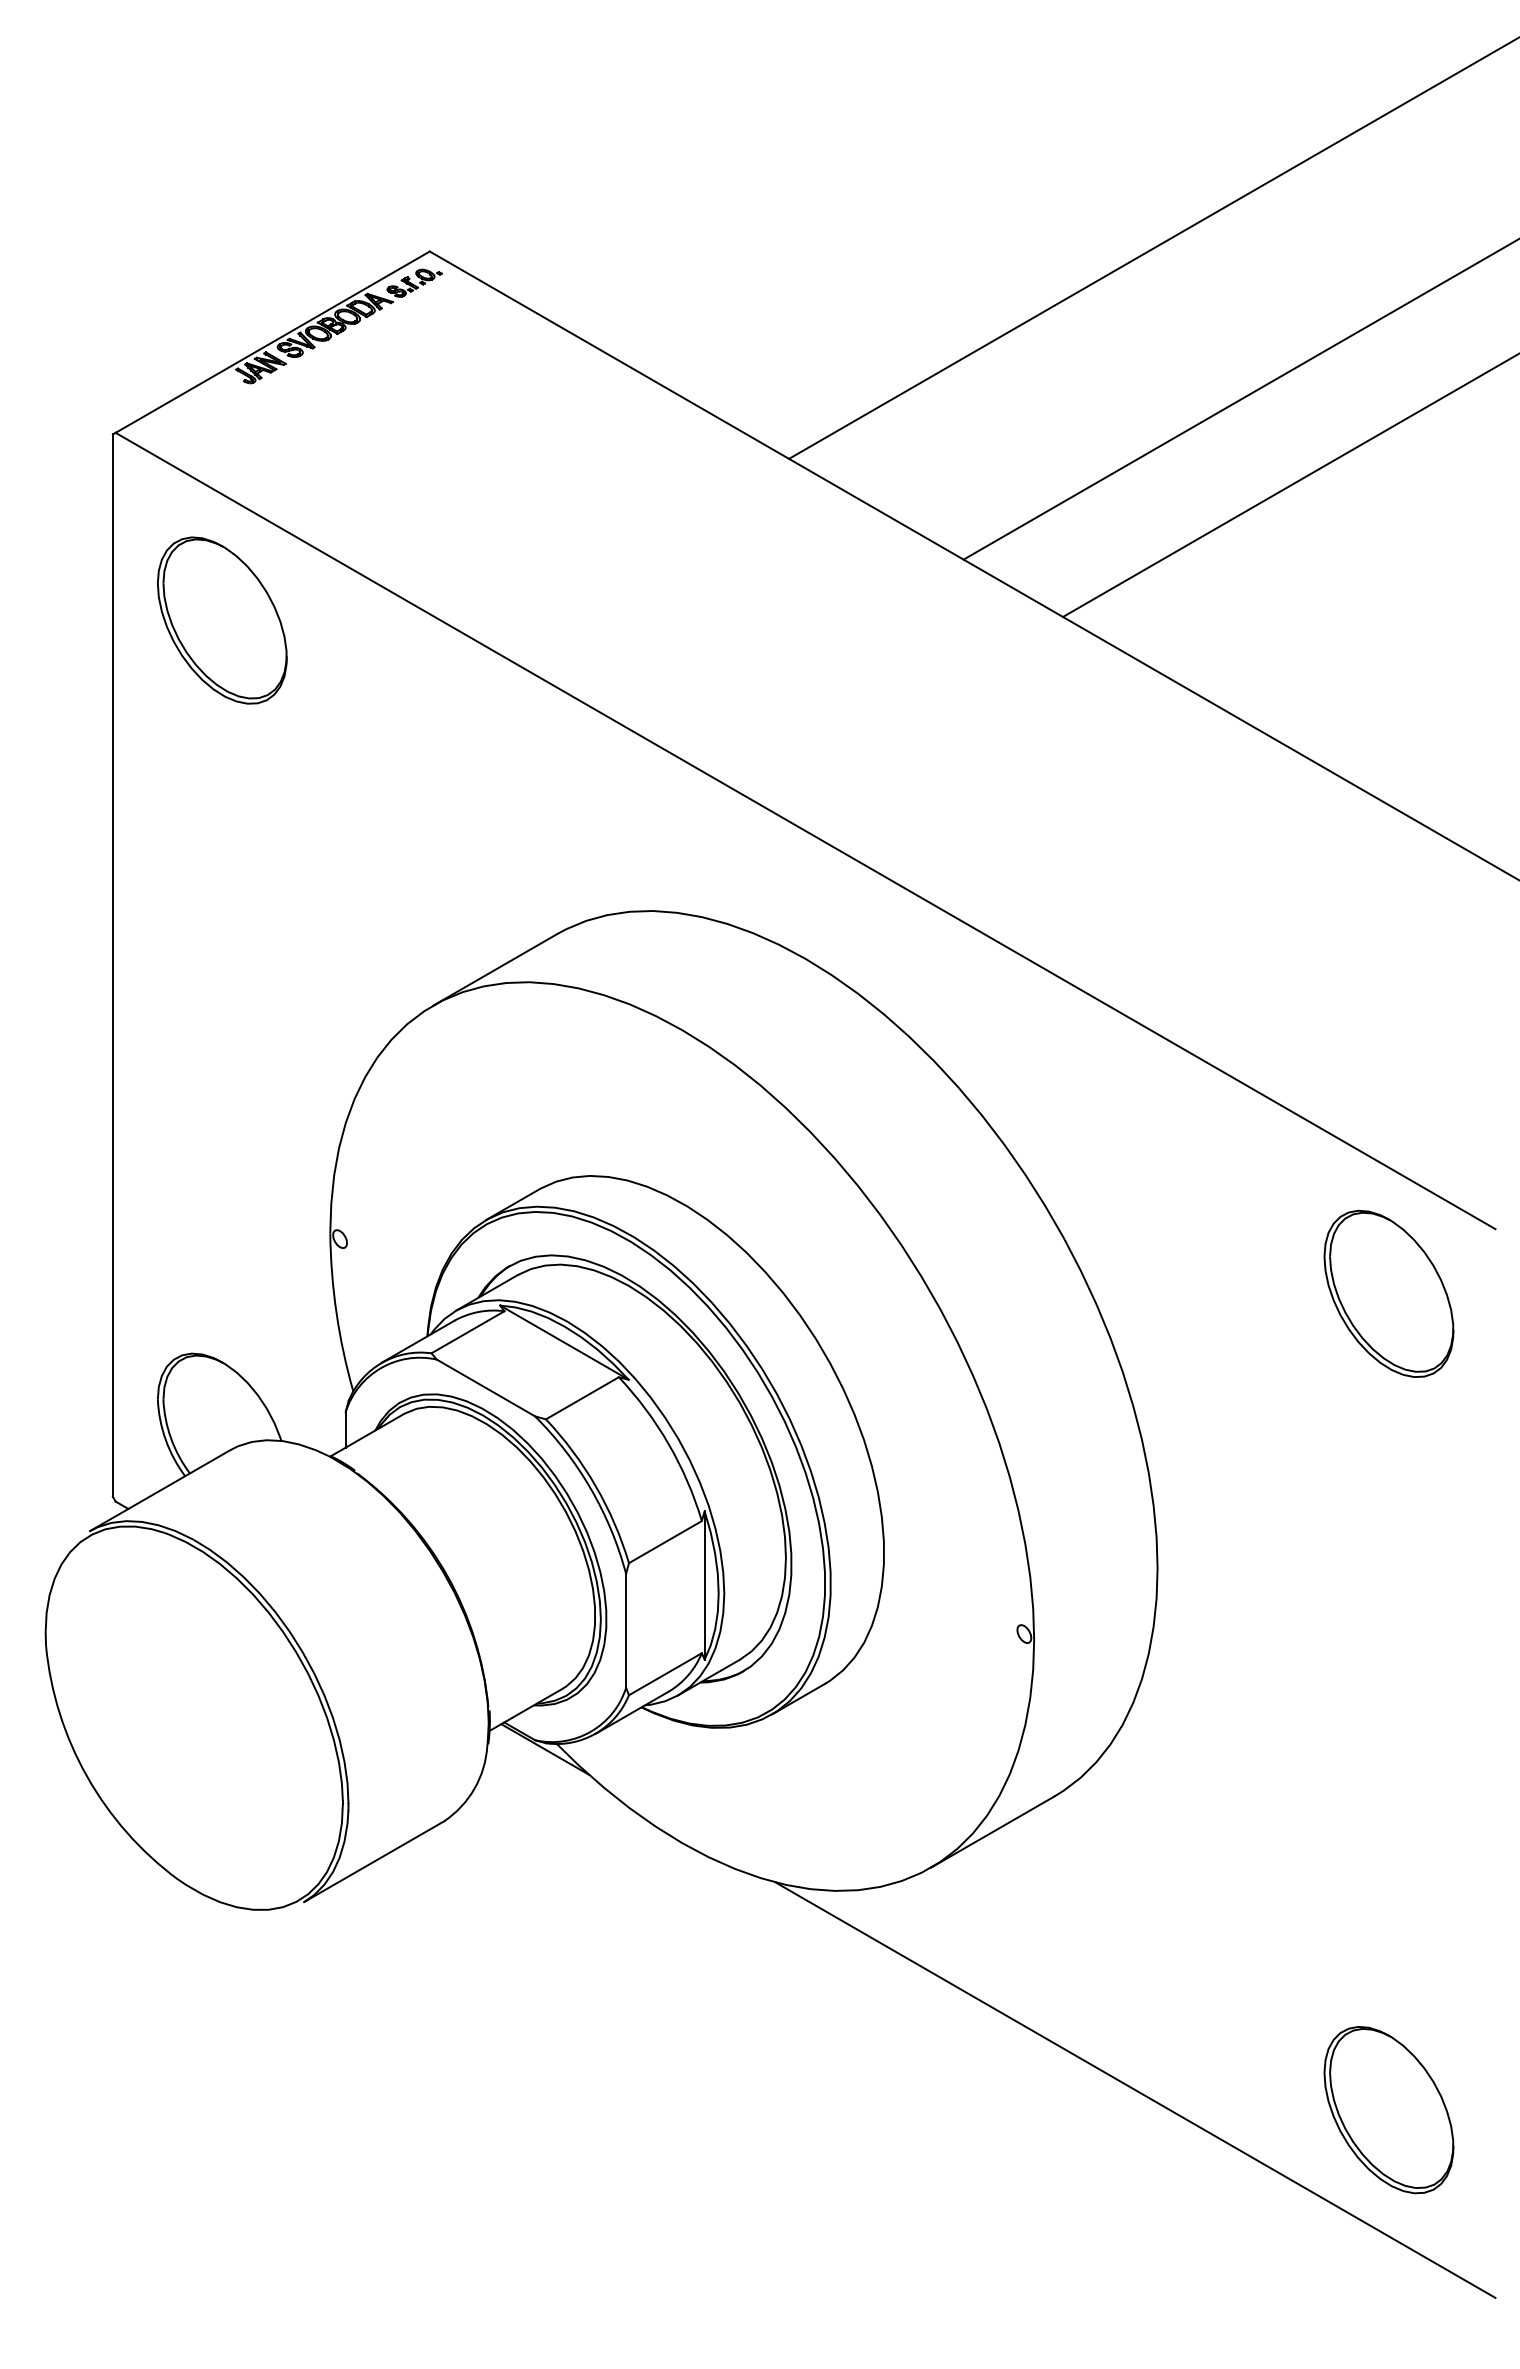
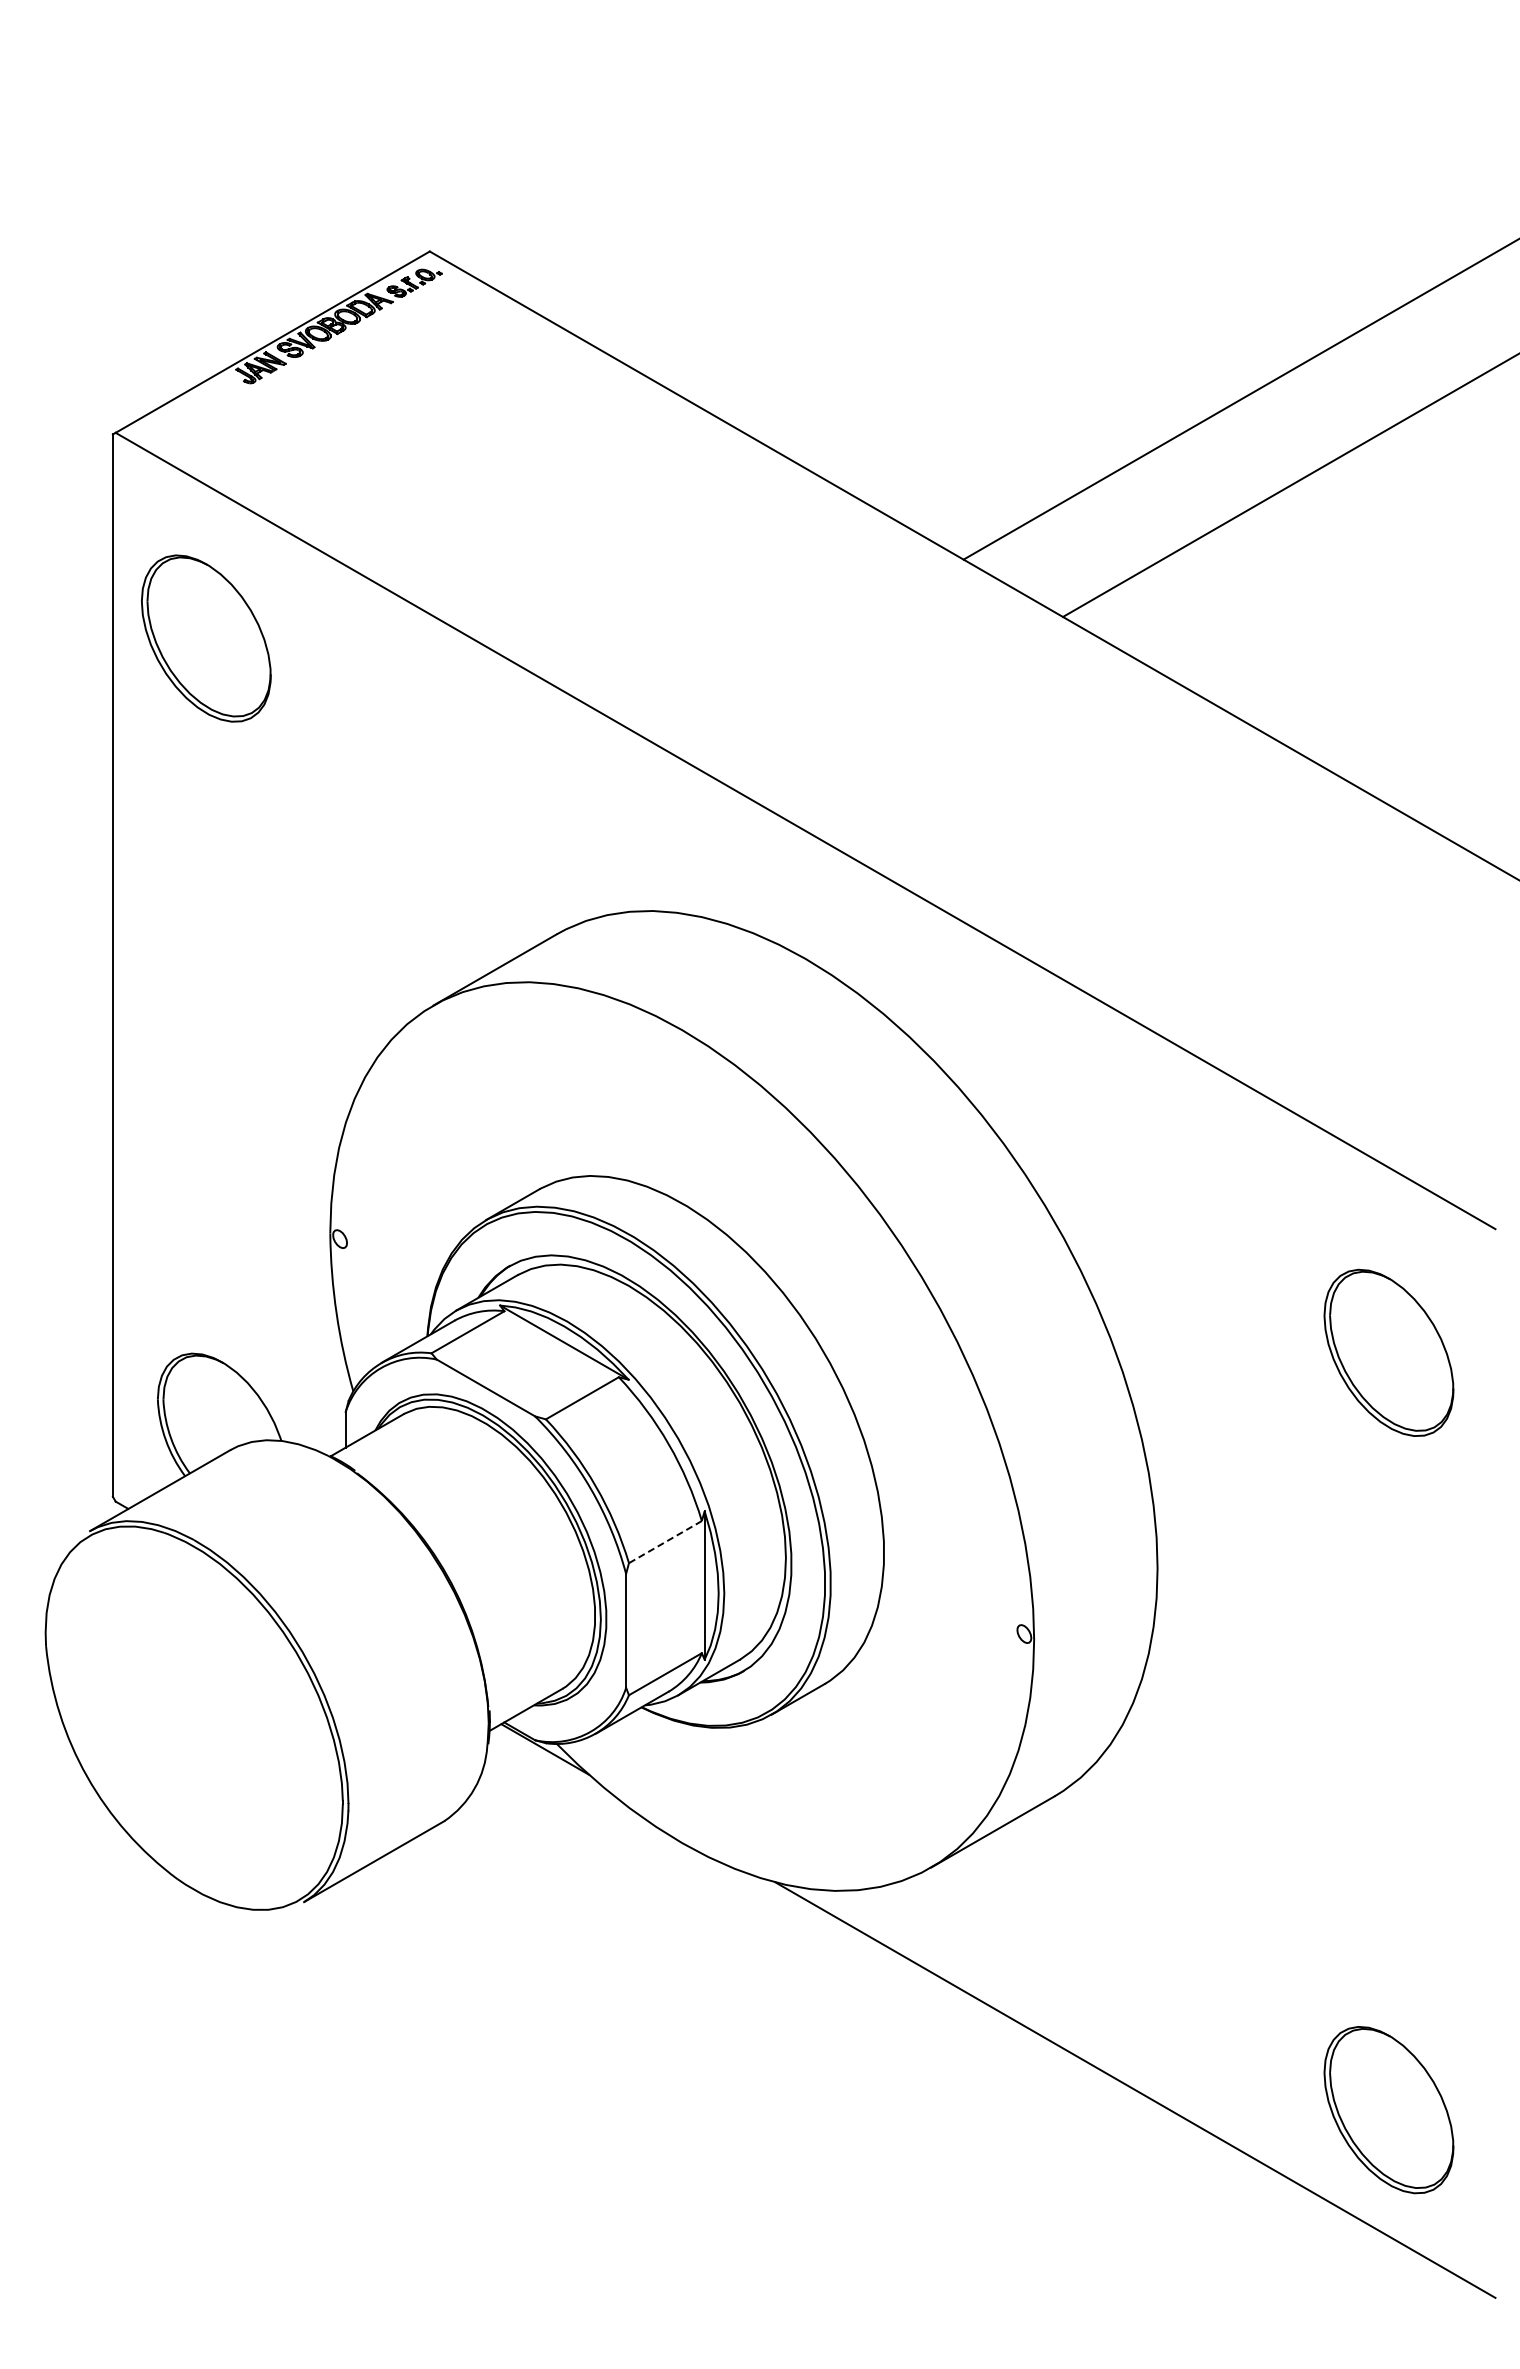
line at (1152, 248): present -> none
part at (222, 620) position: (222, 620) -> (206, 638)
part at (1388, 1293) position: (1388, 1293) -> (1388, 1352)
line at (665, 1542): solid -> dashed
